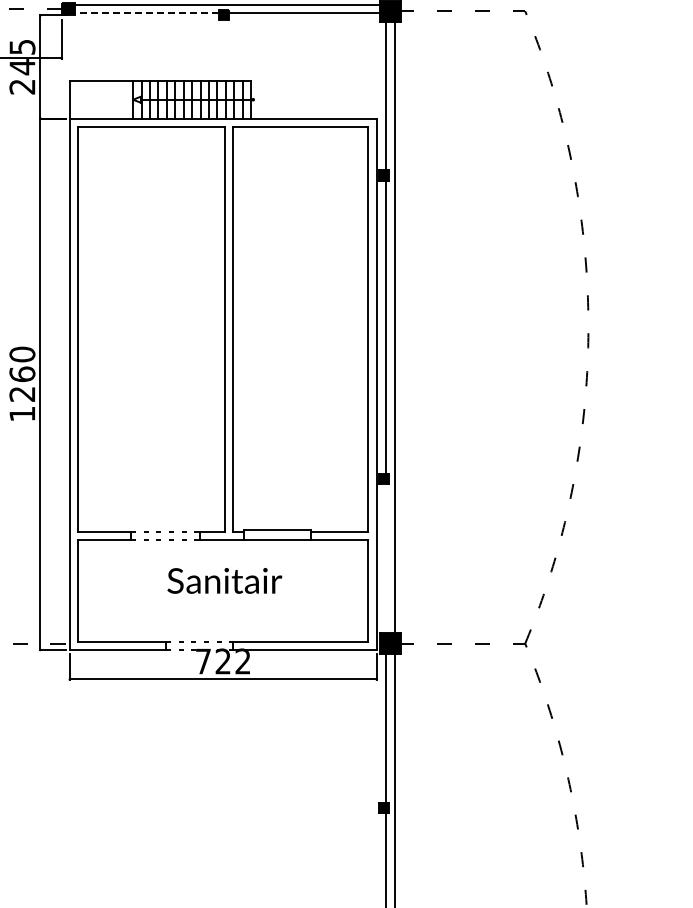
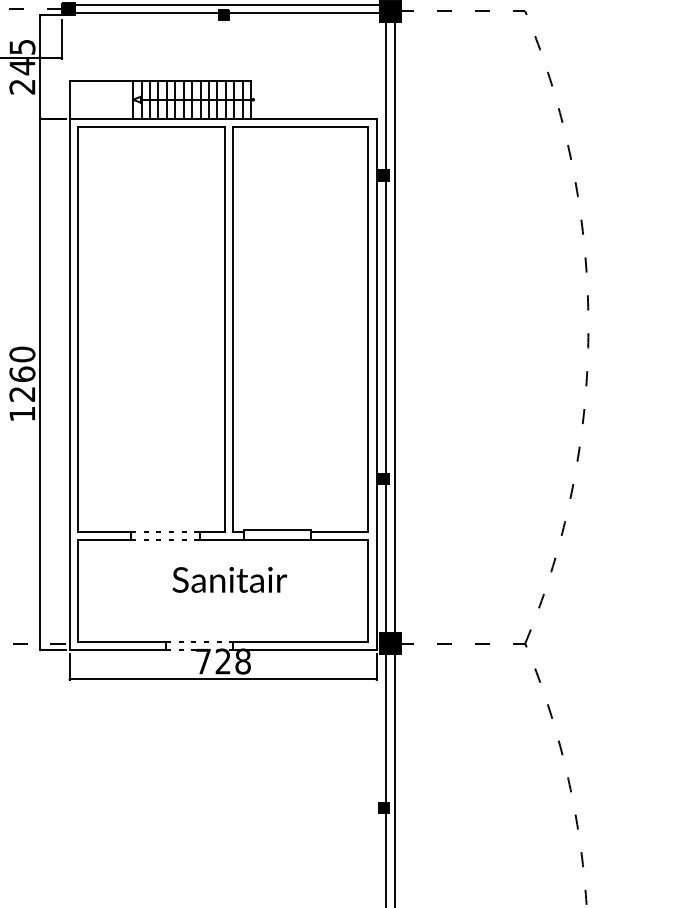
line at (146, 13): dashed -> solid
line at (386, 558): none -> present
text at (224, 580) position: (224, 580) -> (229, 579)
text at (242, 661): 722 -> 728
